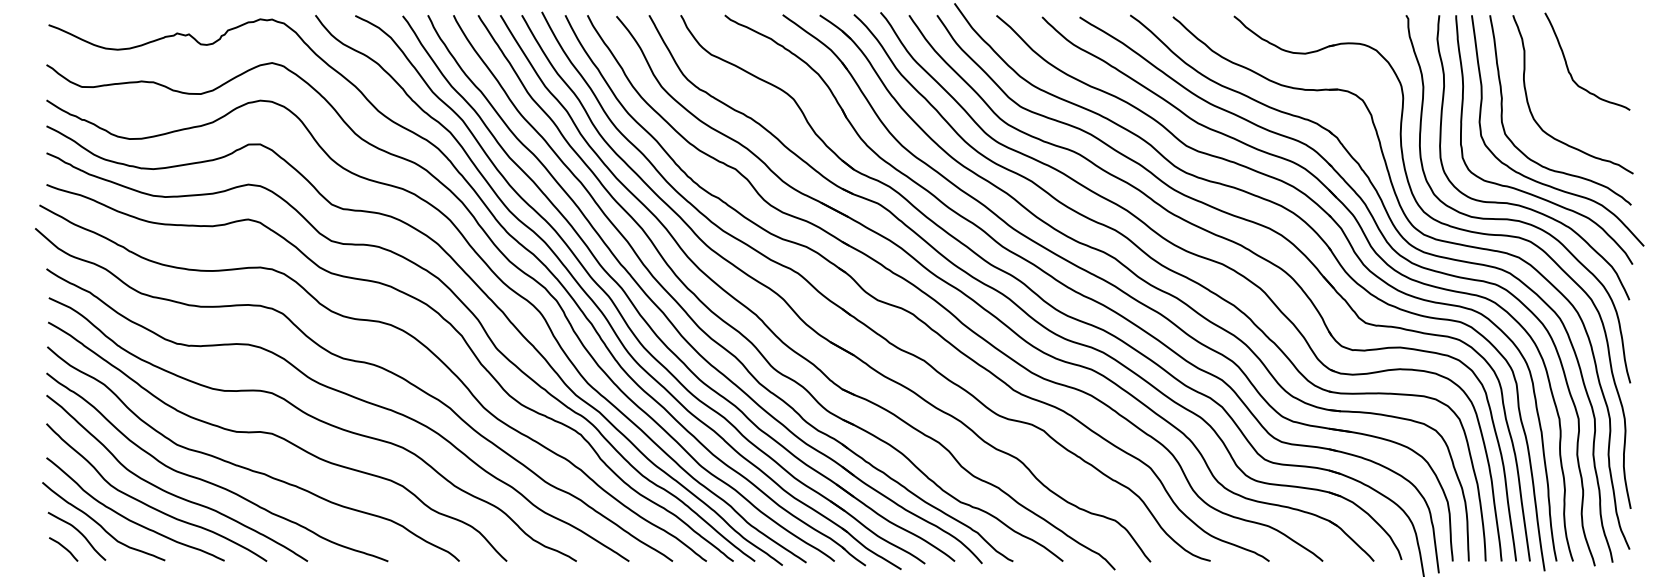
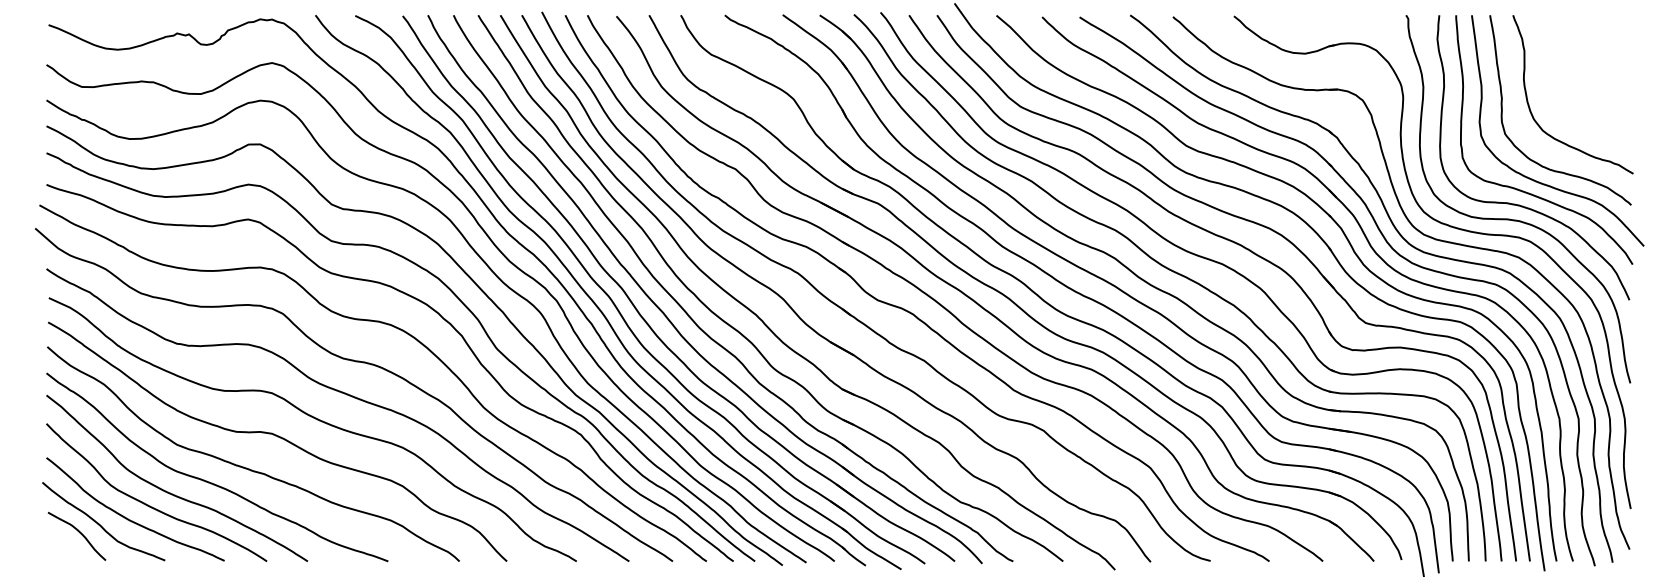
curve at (1568, 67): present -> none
curve at (63, 548): present -> none
